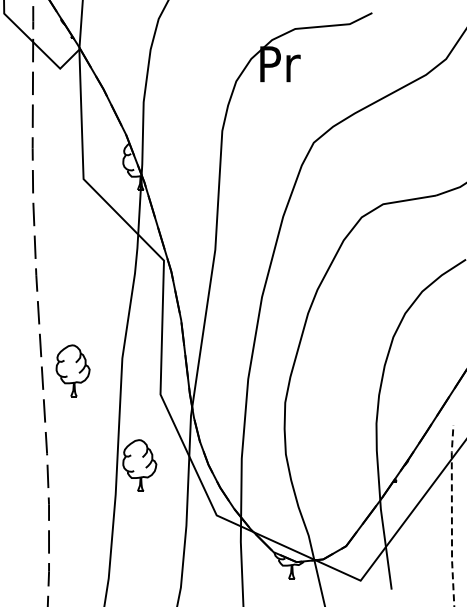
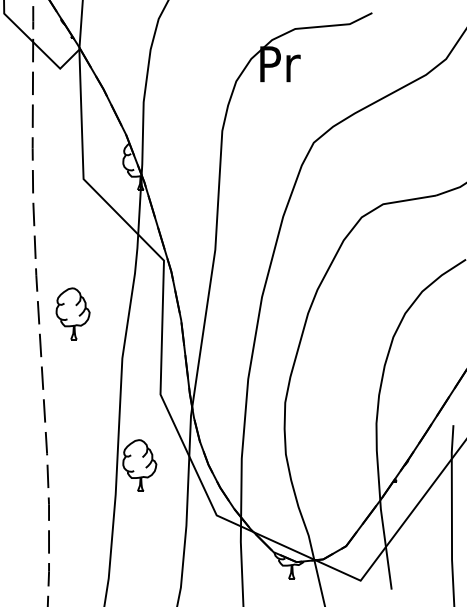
part at (72, 370) position: (72, 370) -> (72, 313)
line at (451, 515): dashed -> solid
